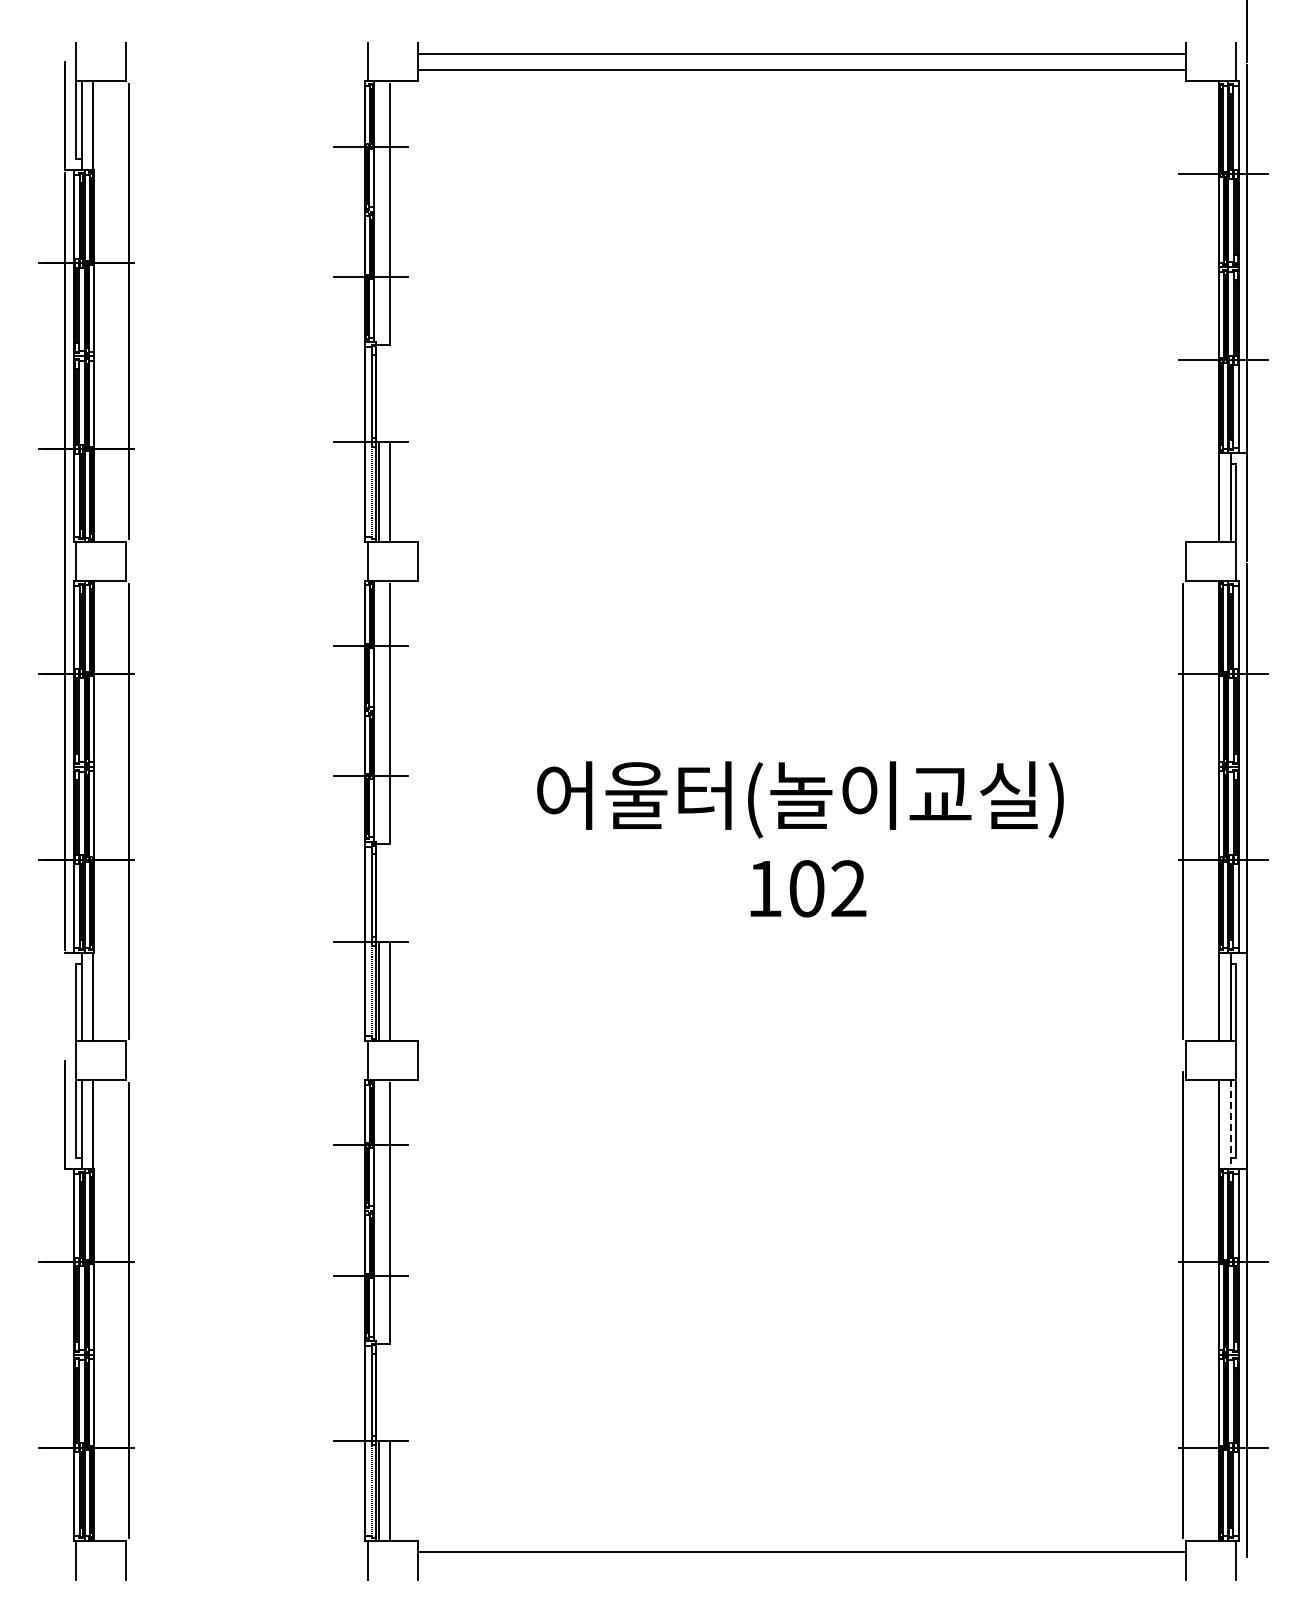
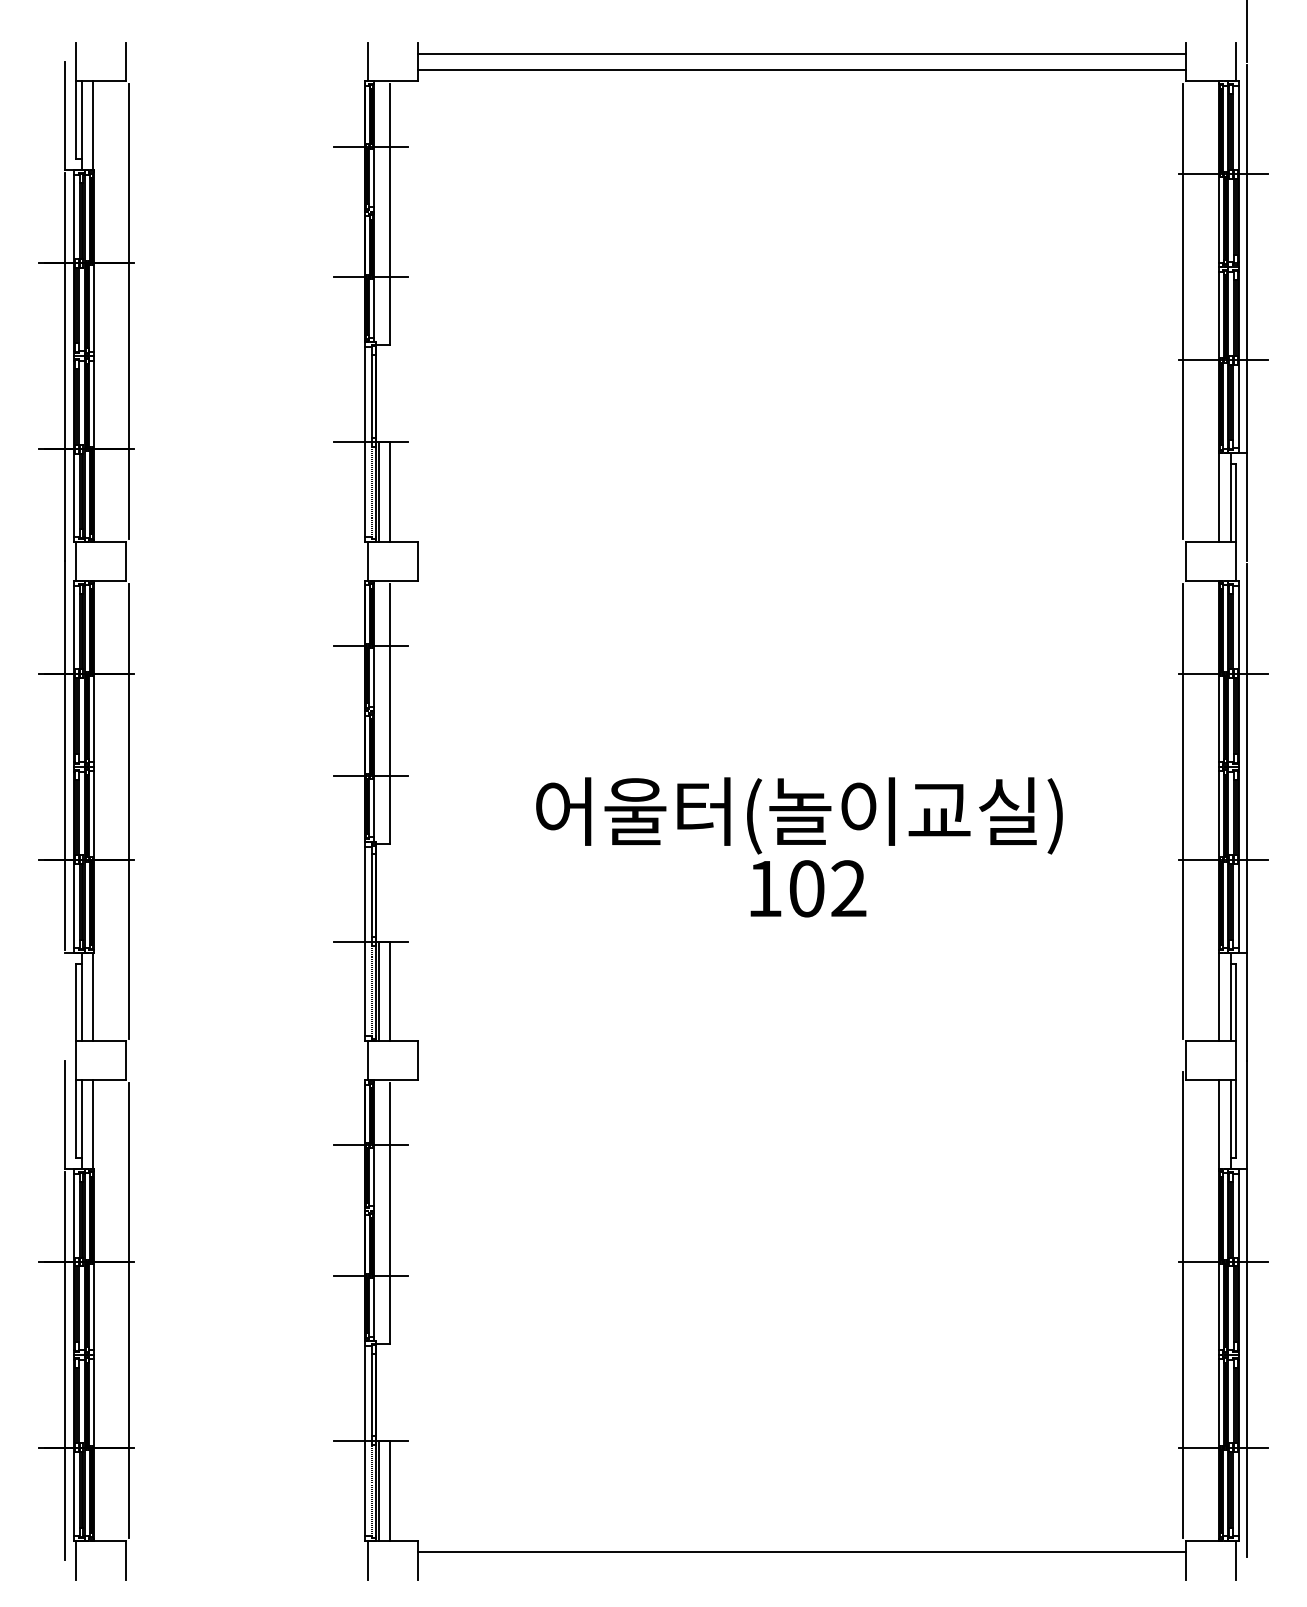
line at (1183, 311): none -> present
text at (800, 799) position: (800, 799) -> (799, 815)
line at (1230, 1125): dashed -> solid
line at (65, 1365): none -> present
